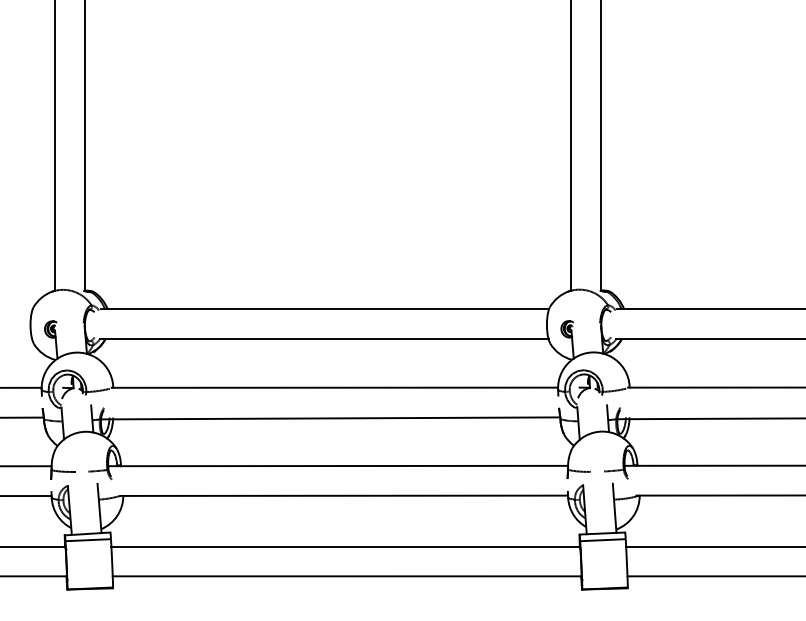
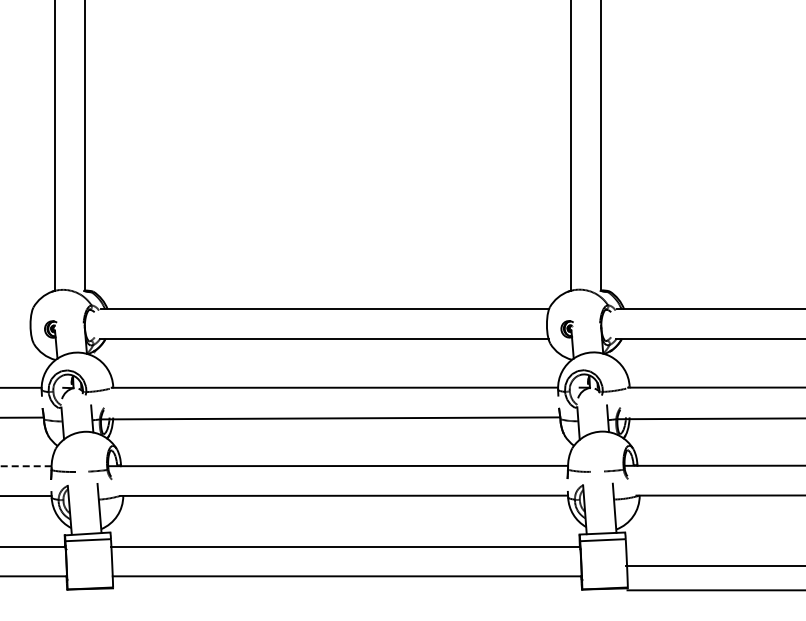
line at (25, 466): solid -> dashed
line at (714, 546) position: (714, 546) -> (714, 565)
line at (714, 576) position: (714, 576) -> (714, 590)
